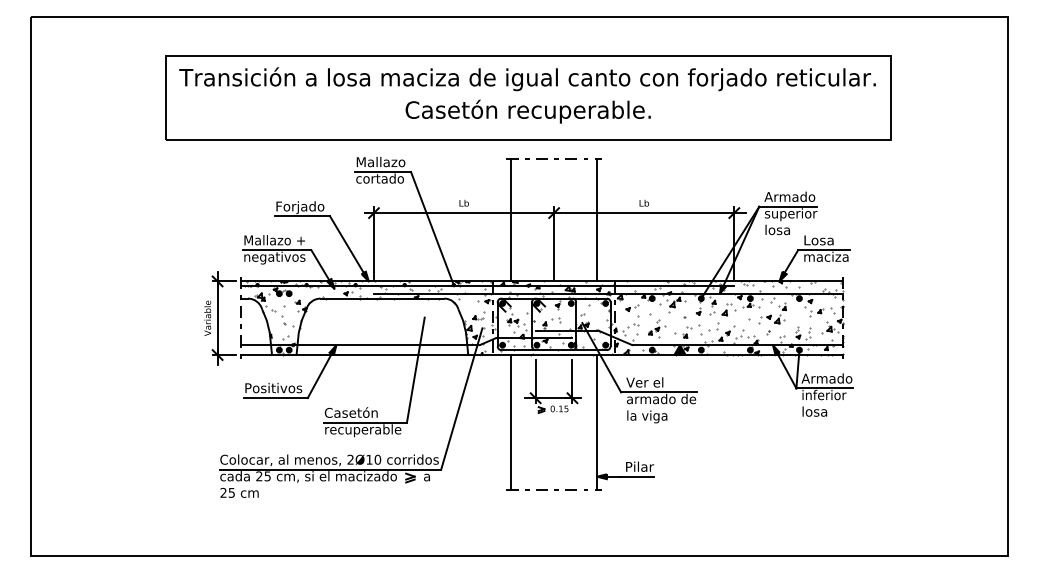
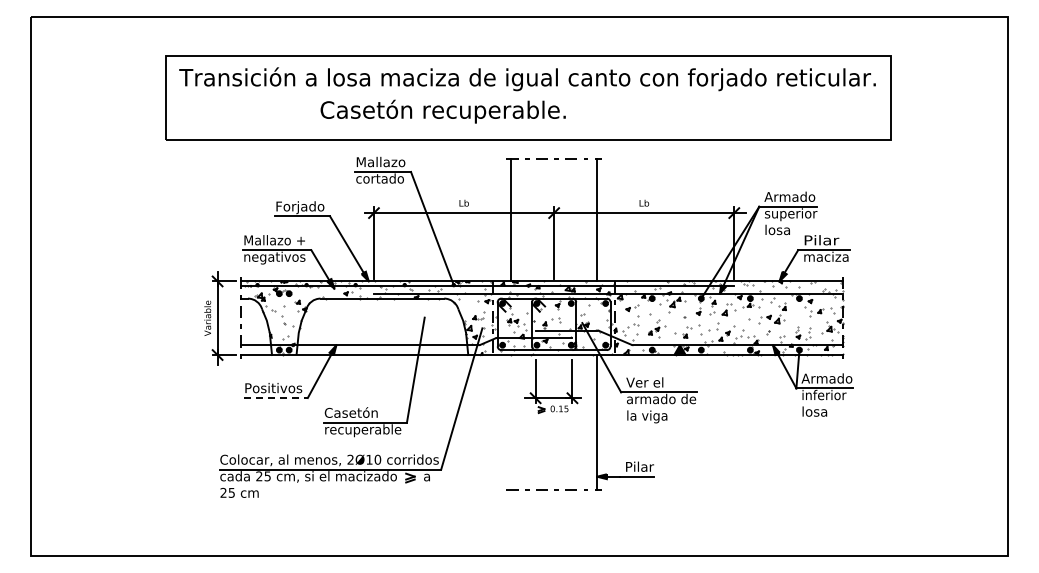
text at (527, 111) position: (527, 111) -> (442, 111)
text at (821, 240): Losa -> Pilar
line at (275, 398): solid -> dashed
line at (511, 422): present -> none
